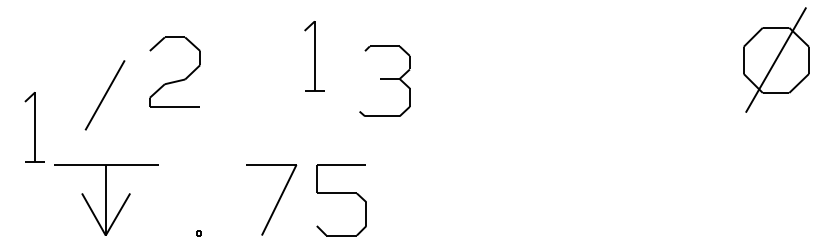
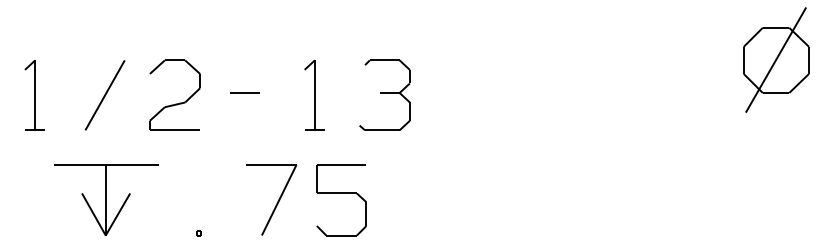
part at (314, 56) position: (314, 56) -> (314, 95)
part at (175, 80) position: (175, 80) -> (175, 103)
part at (384, 80) position: (384, 80) -> (384, 94)
line at (244, 92): none -> present
part at (34, 127) position: (34, 127) -> (34, 95)
